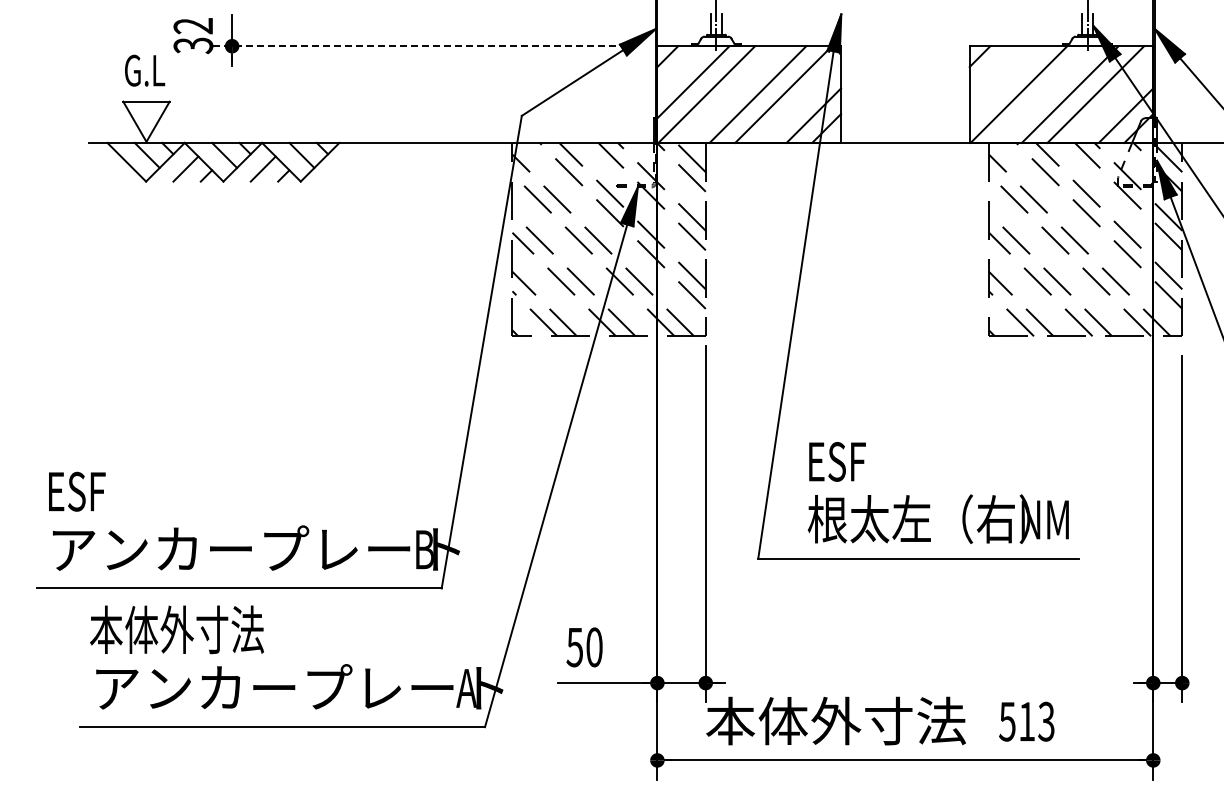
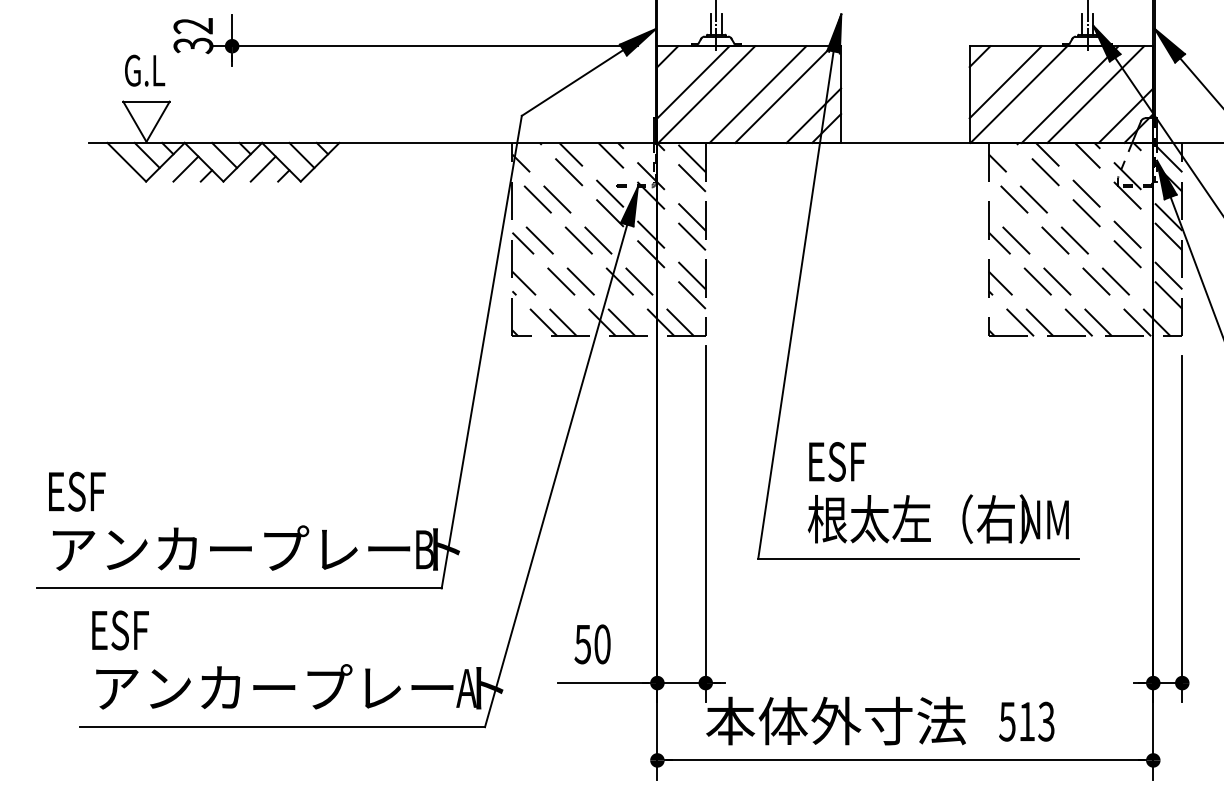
line at (425, 46): dashed -> solid
line at (1005, 82): none -> present
text at (176, 629): 本体外寸法 -> ESF
text at (584, 647) position: (584, 647) -> (592, 644)
